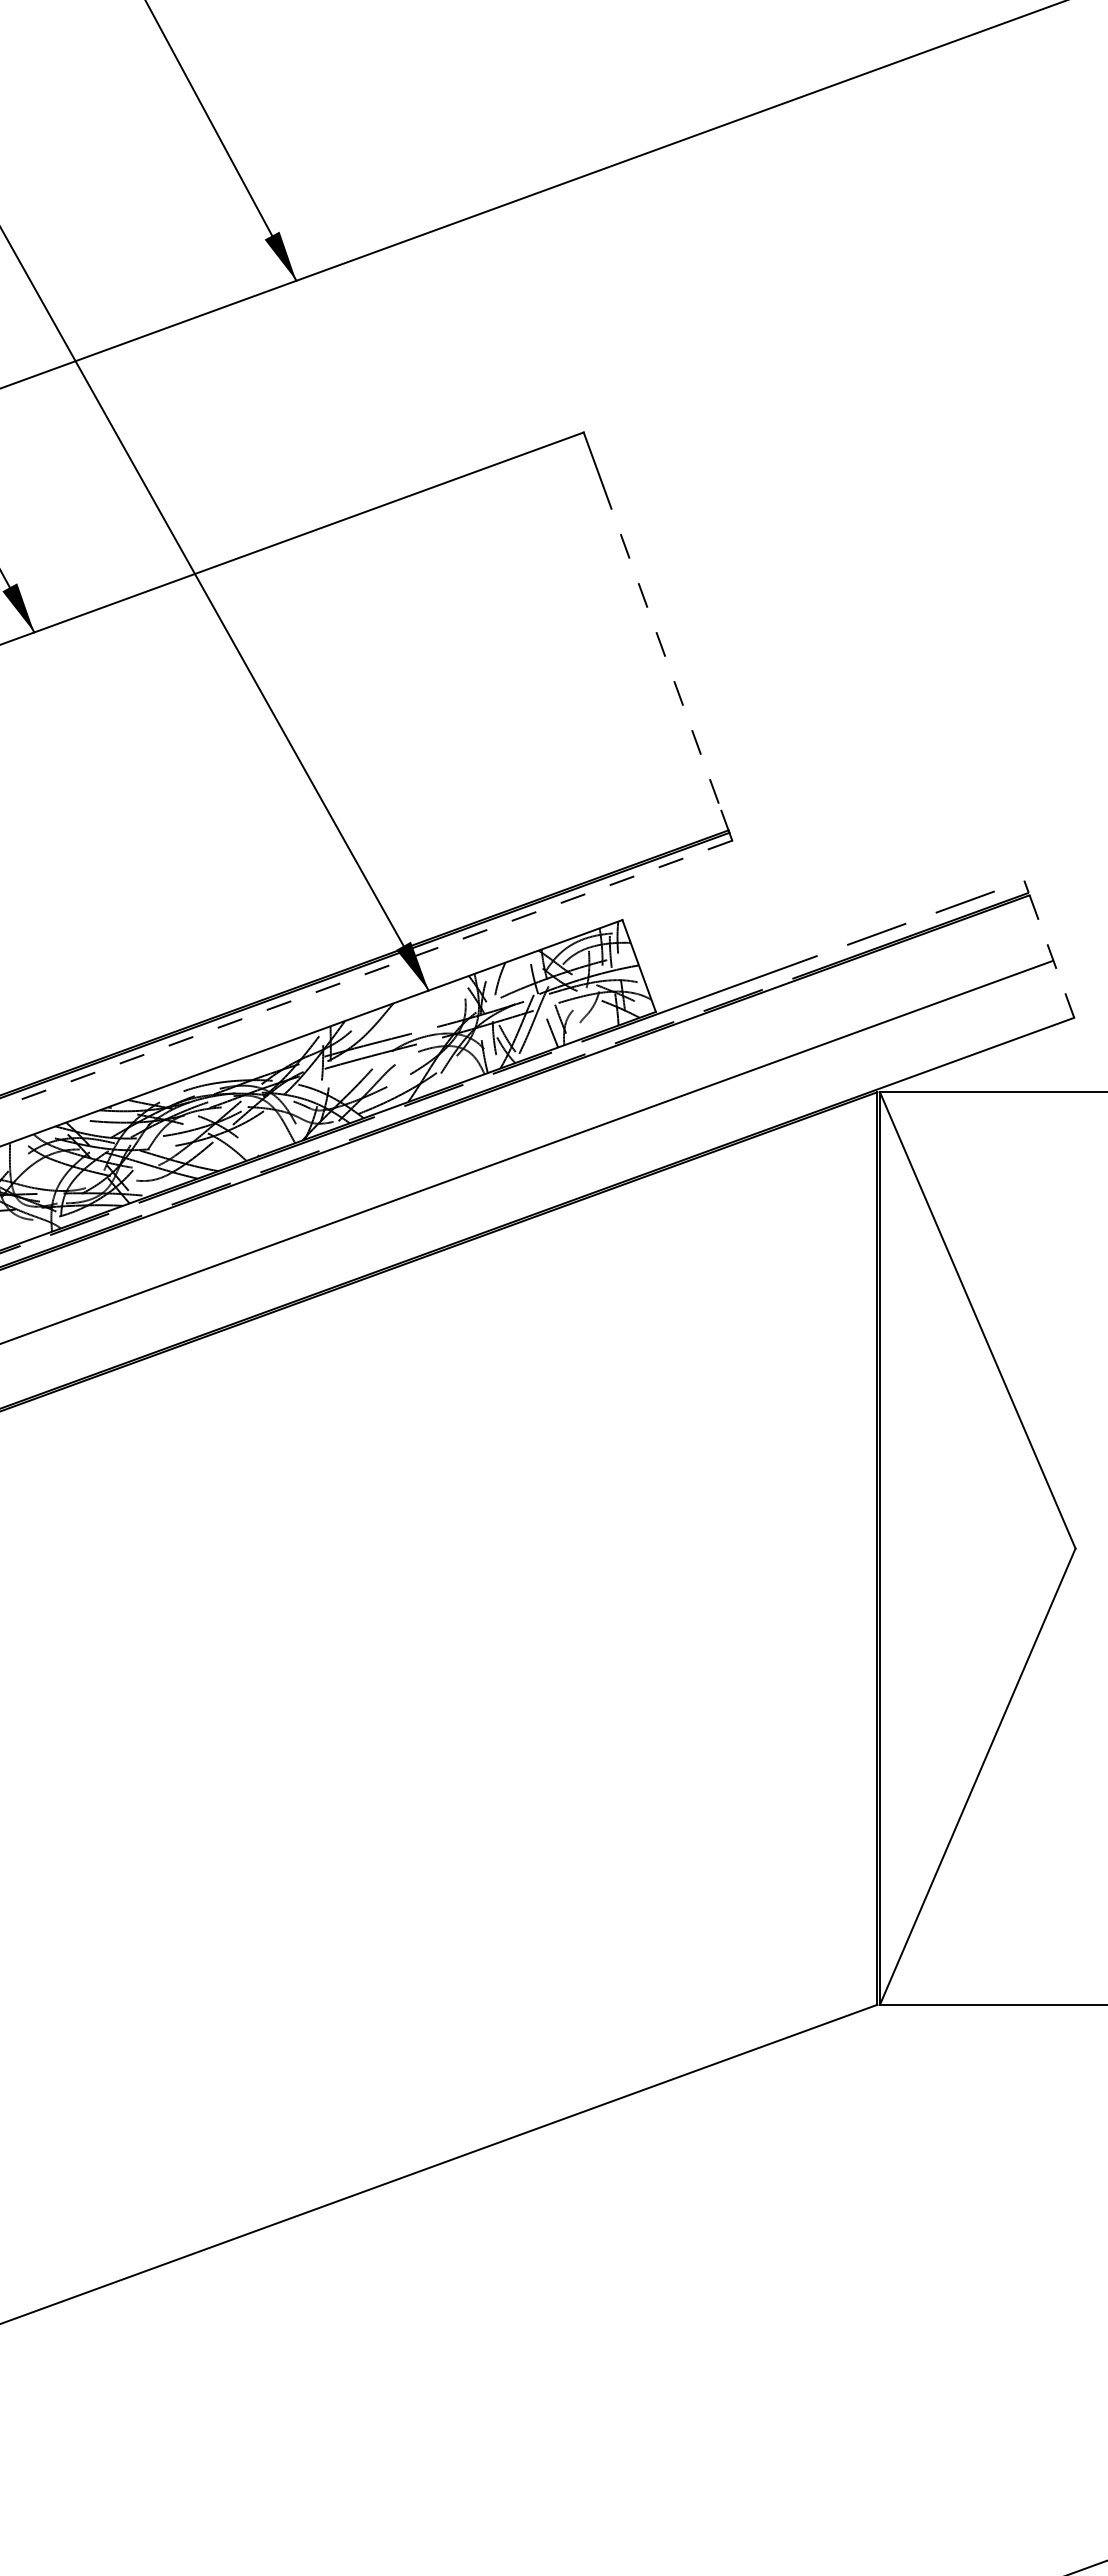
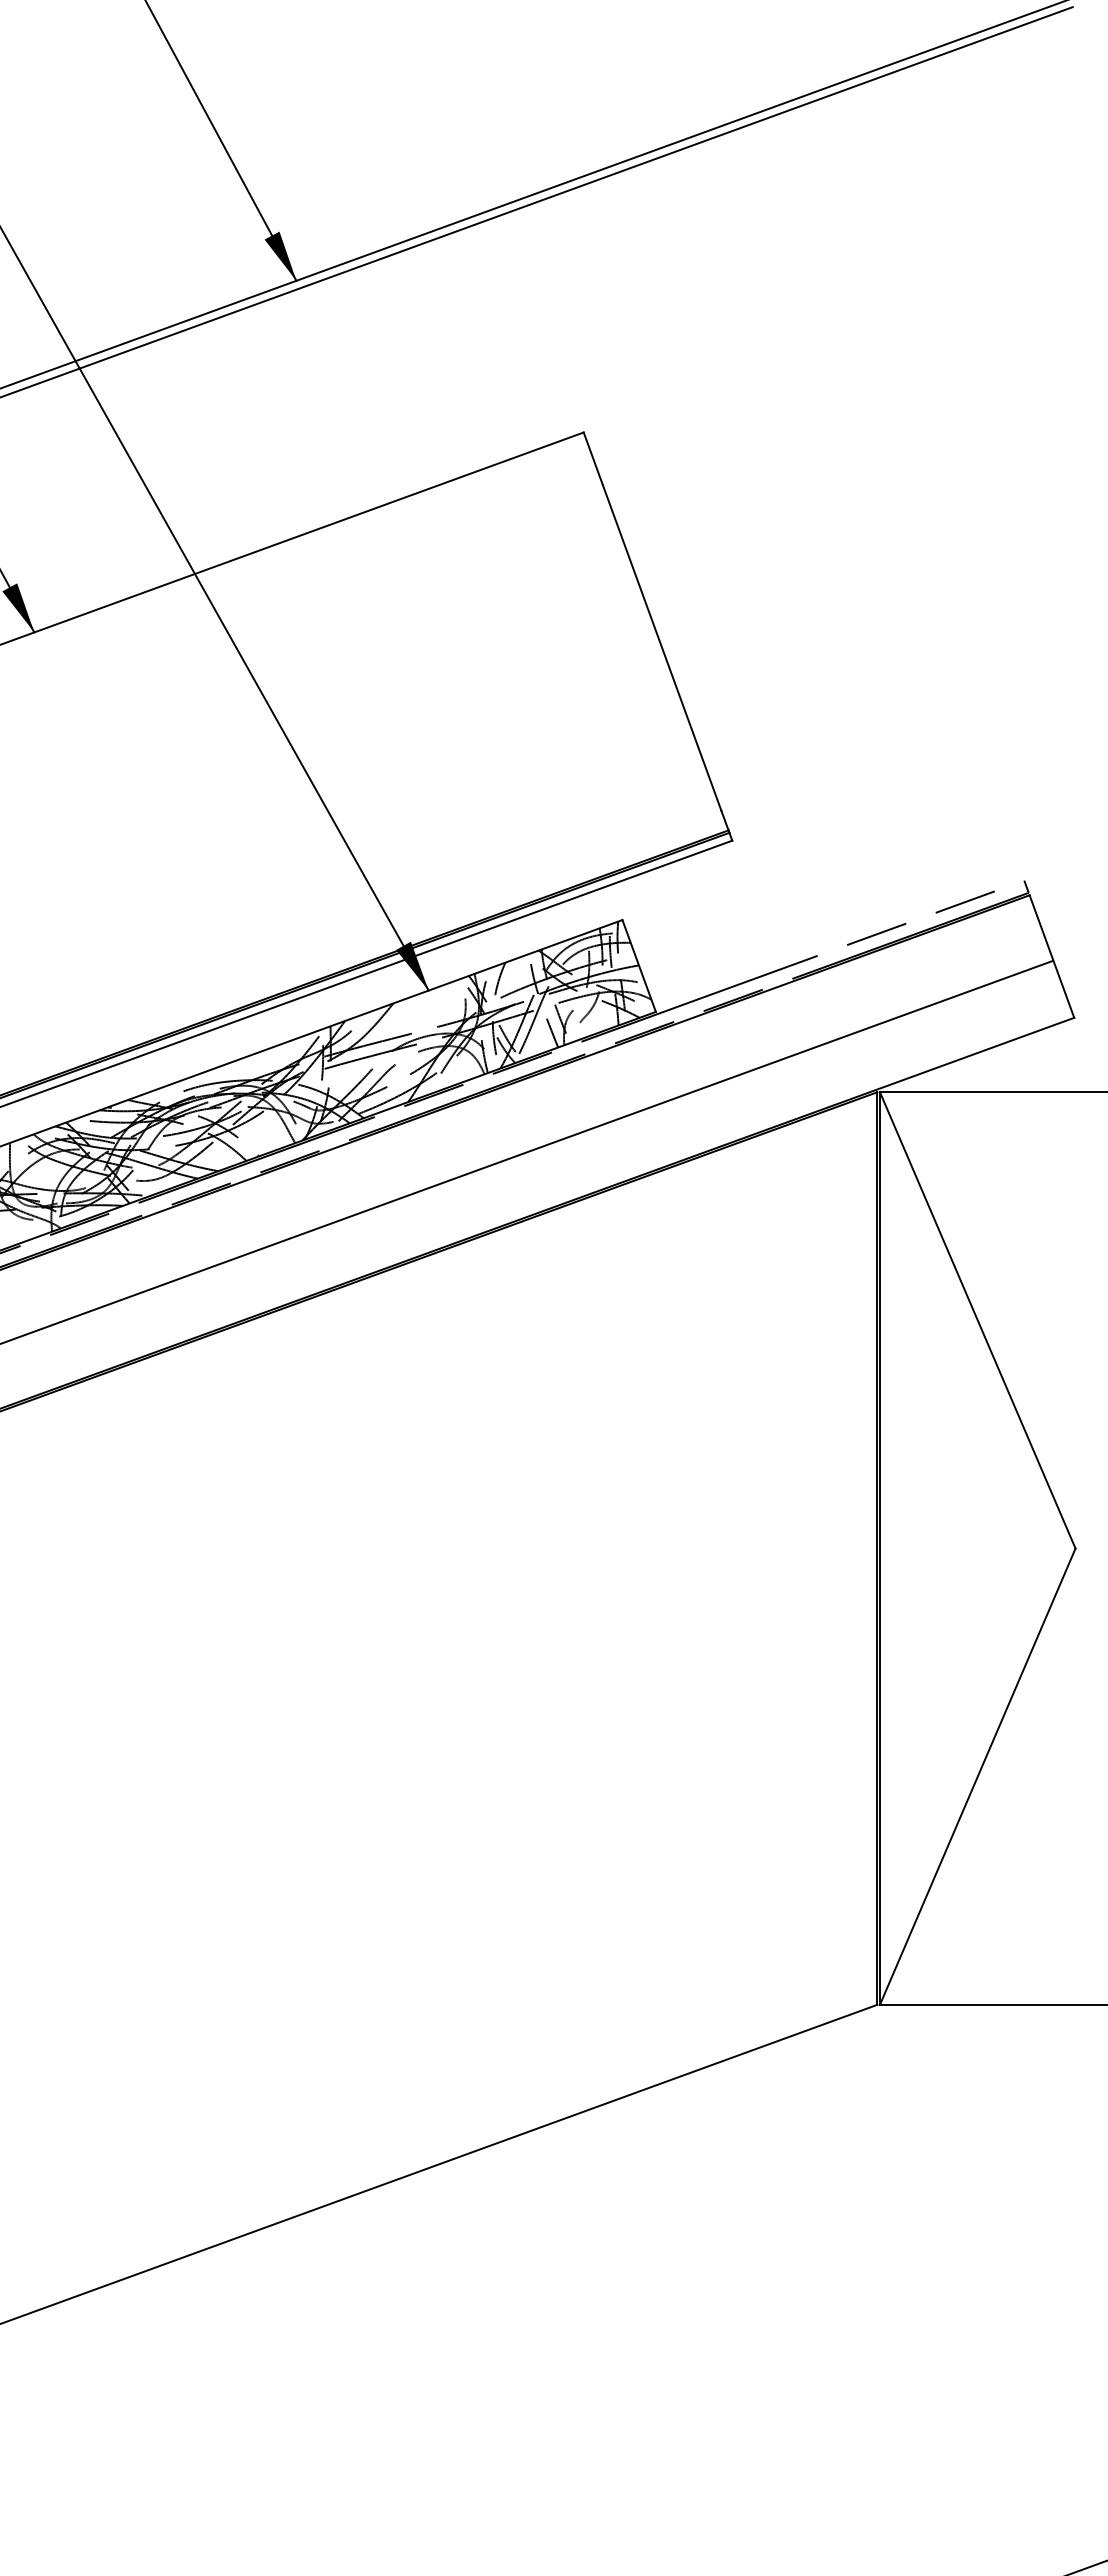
line at (537, 201): none -> present
line at (662, 648): dashed -> solid
line at (1051, 956): dashed -> solid
line at (365, 974): dashed -> solid
